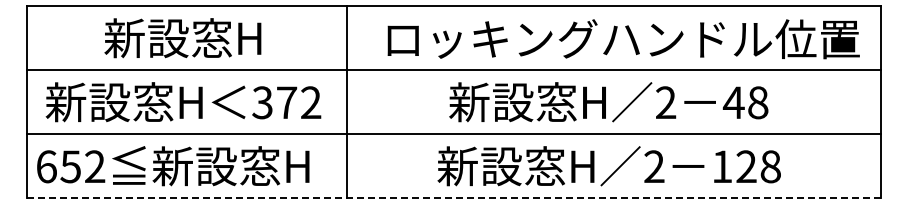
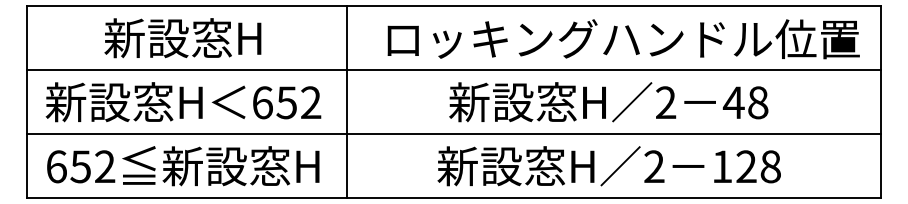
text at (274, 102): 372 -> 652
text at (173, 166) position: (173, 166) -> (183, 166)
line at (453, 198): dashed -> solid
